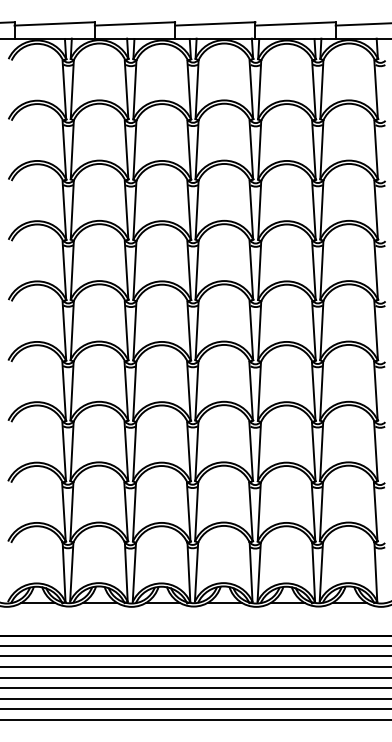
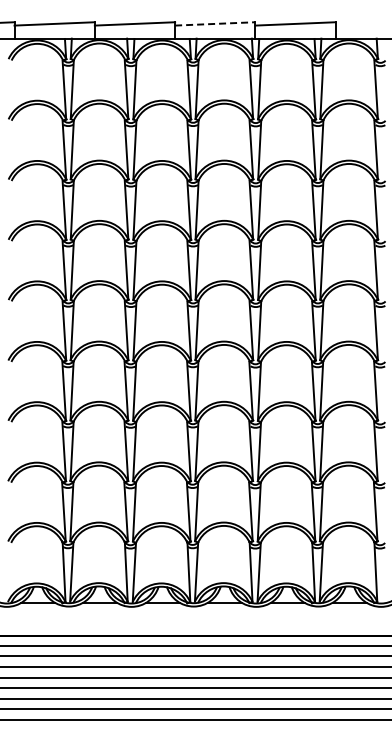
line at (215, 23): solid -> dashed
line at (361, 24): present -> none
